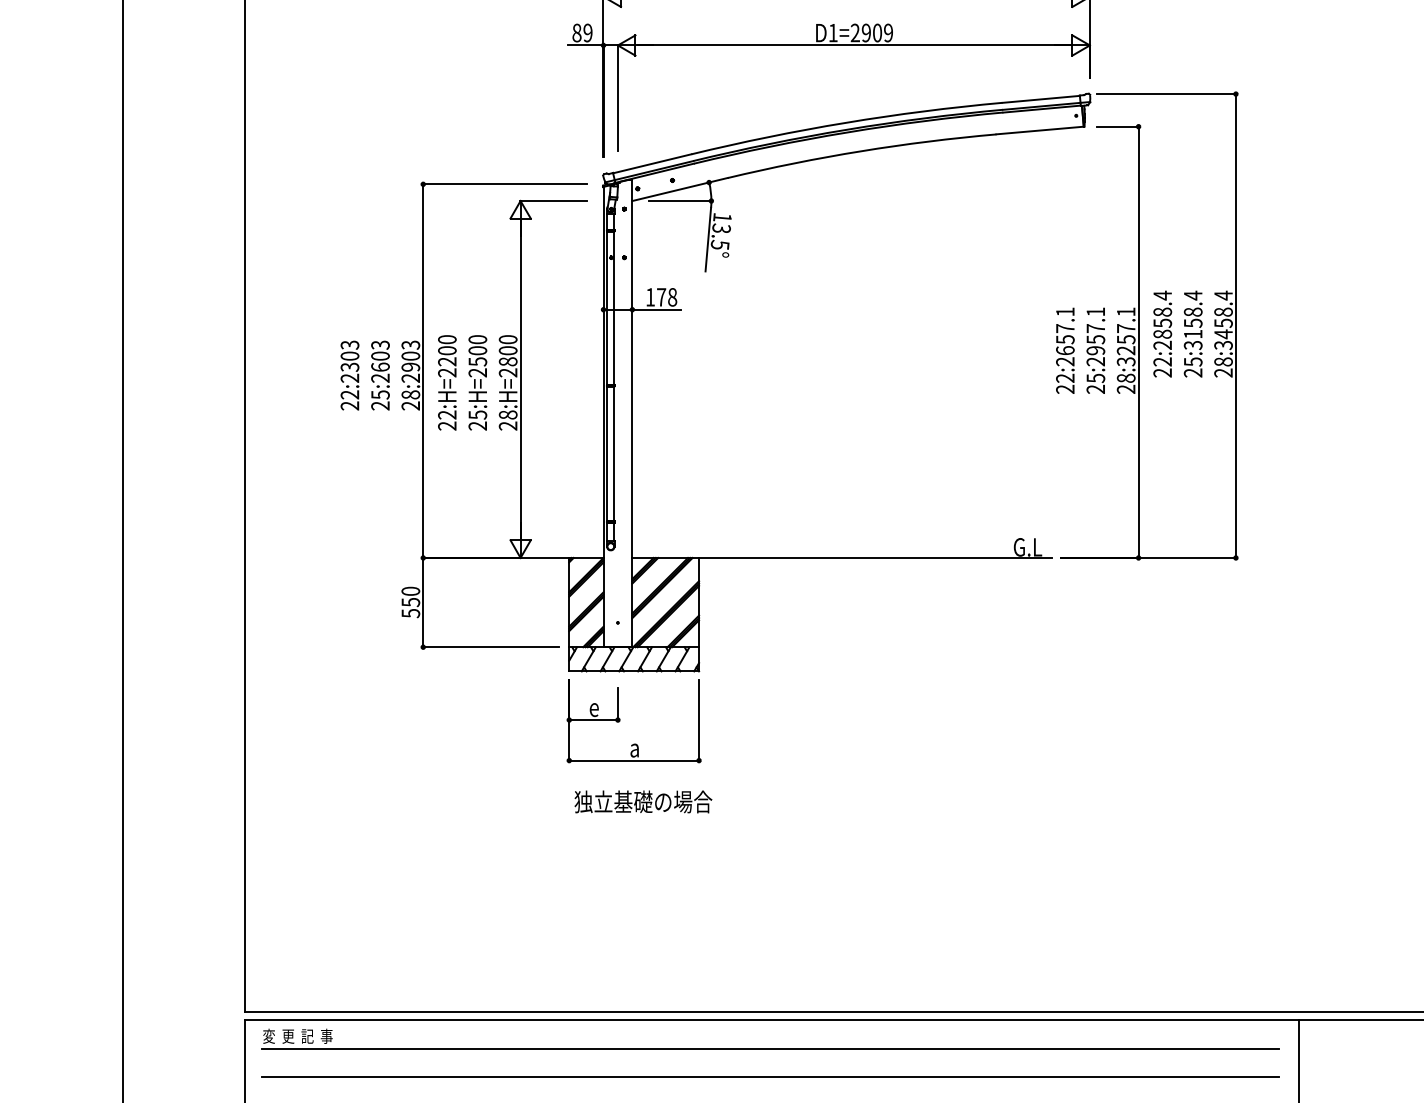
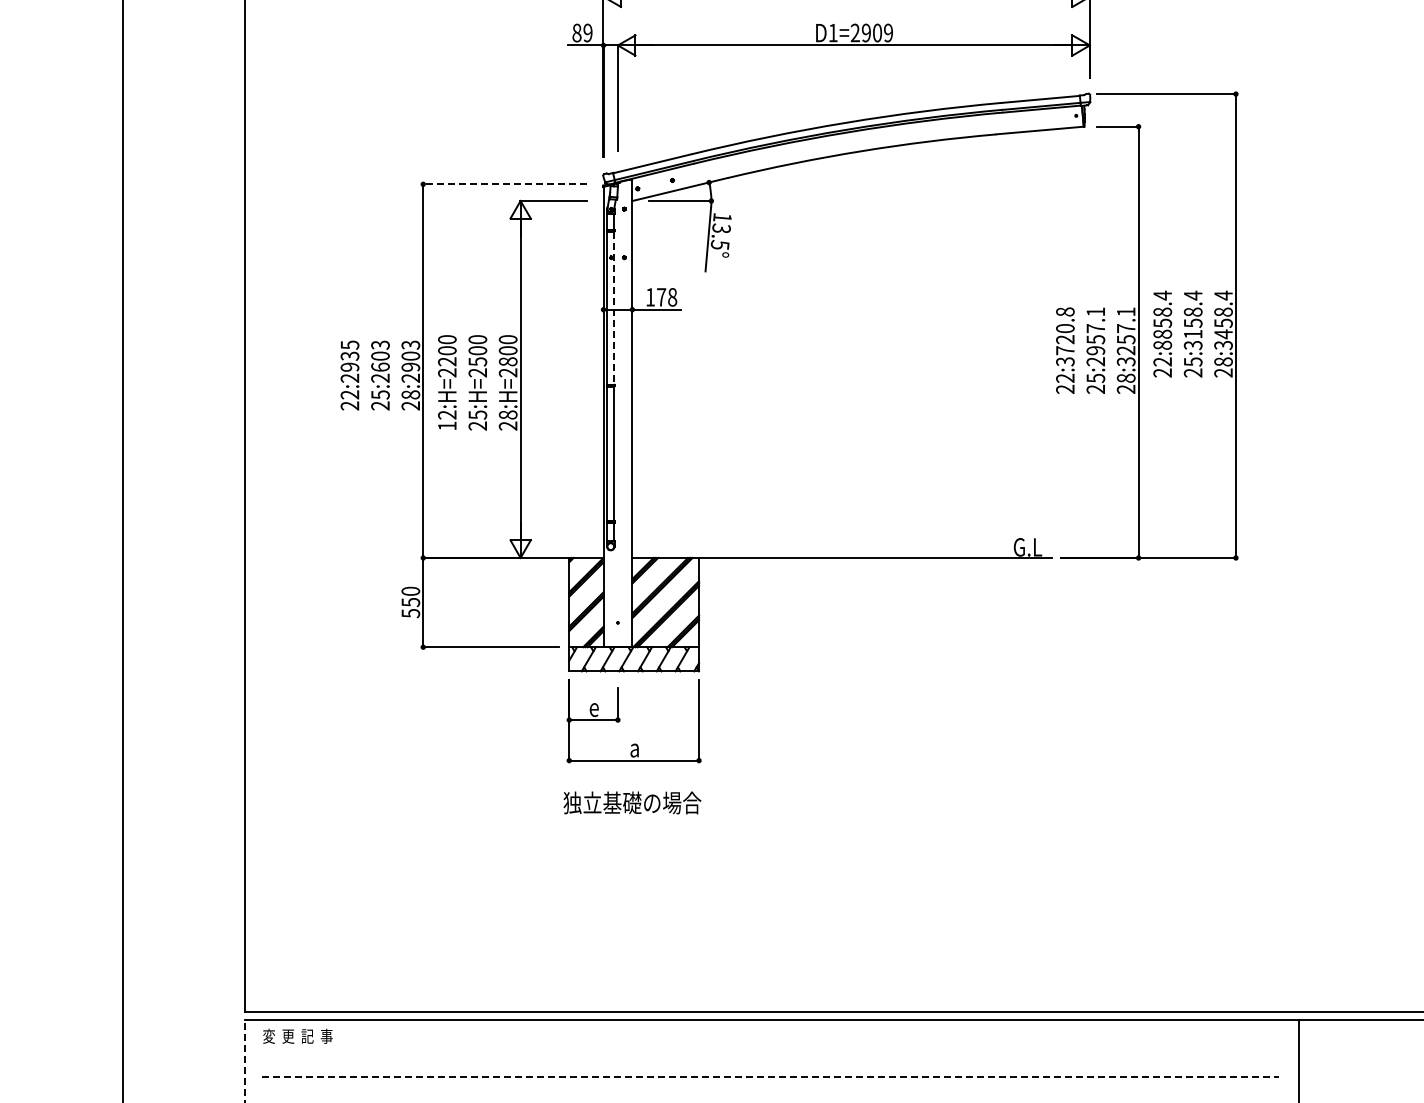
line at (505, 184): solid -> dashed
line at (614, 308): solid -> dashed
text at (1065, 336): 22:2657.1 -> 22:3720.8
text at (1162, 344): 22:2858.4 -> 22:8858.4
text at (349, 355): 22:2303 -> 22:2935
text at (447, 425): 22:H=2200 -> 12:H=2200
text at (643, 801) position: (643, 801) -> (632, 802)
line at (770, 1048): present -> none
line at (244, 1061): solid -> dashed
line at (770, 1077): solid -> dashed
